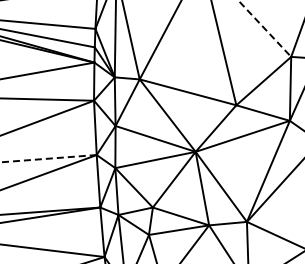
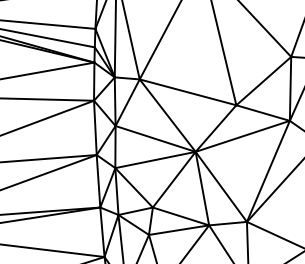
line at (264, 28): dashed -> solid
line at (48, 158): dashed -> solid
